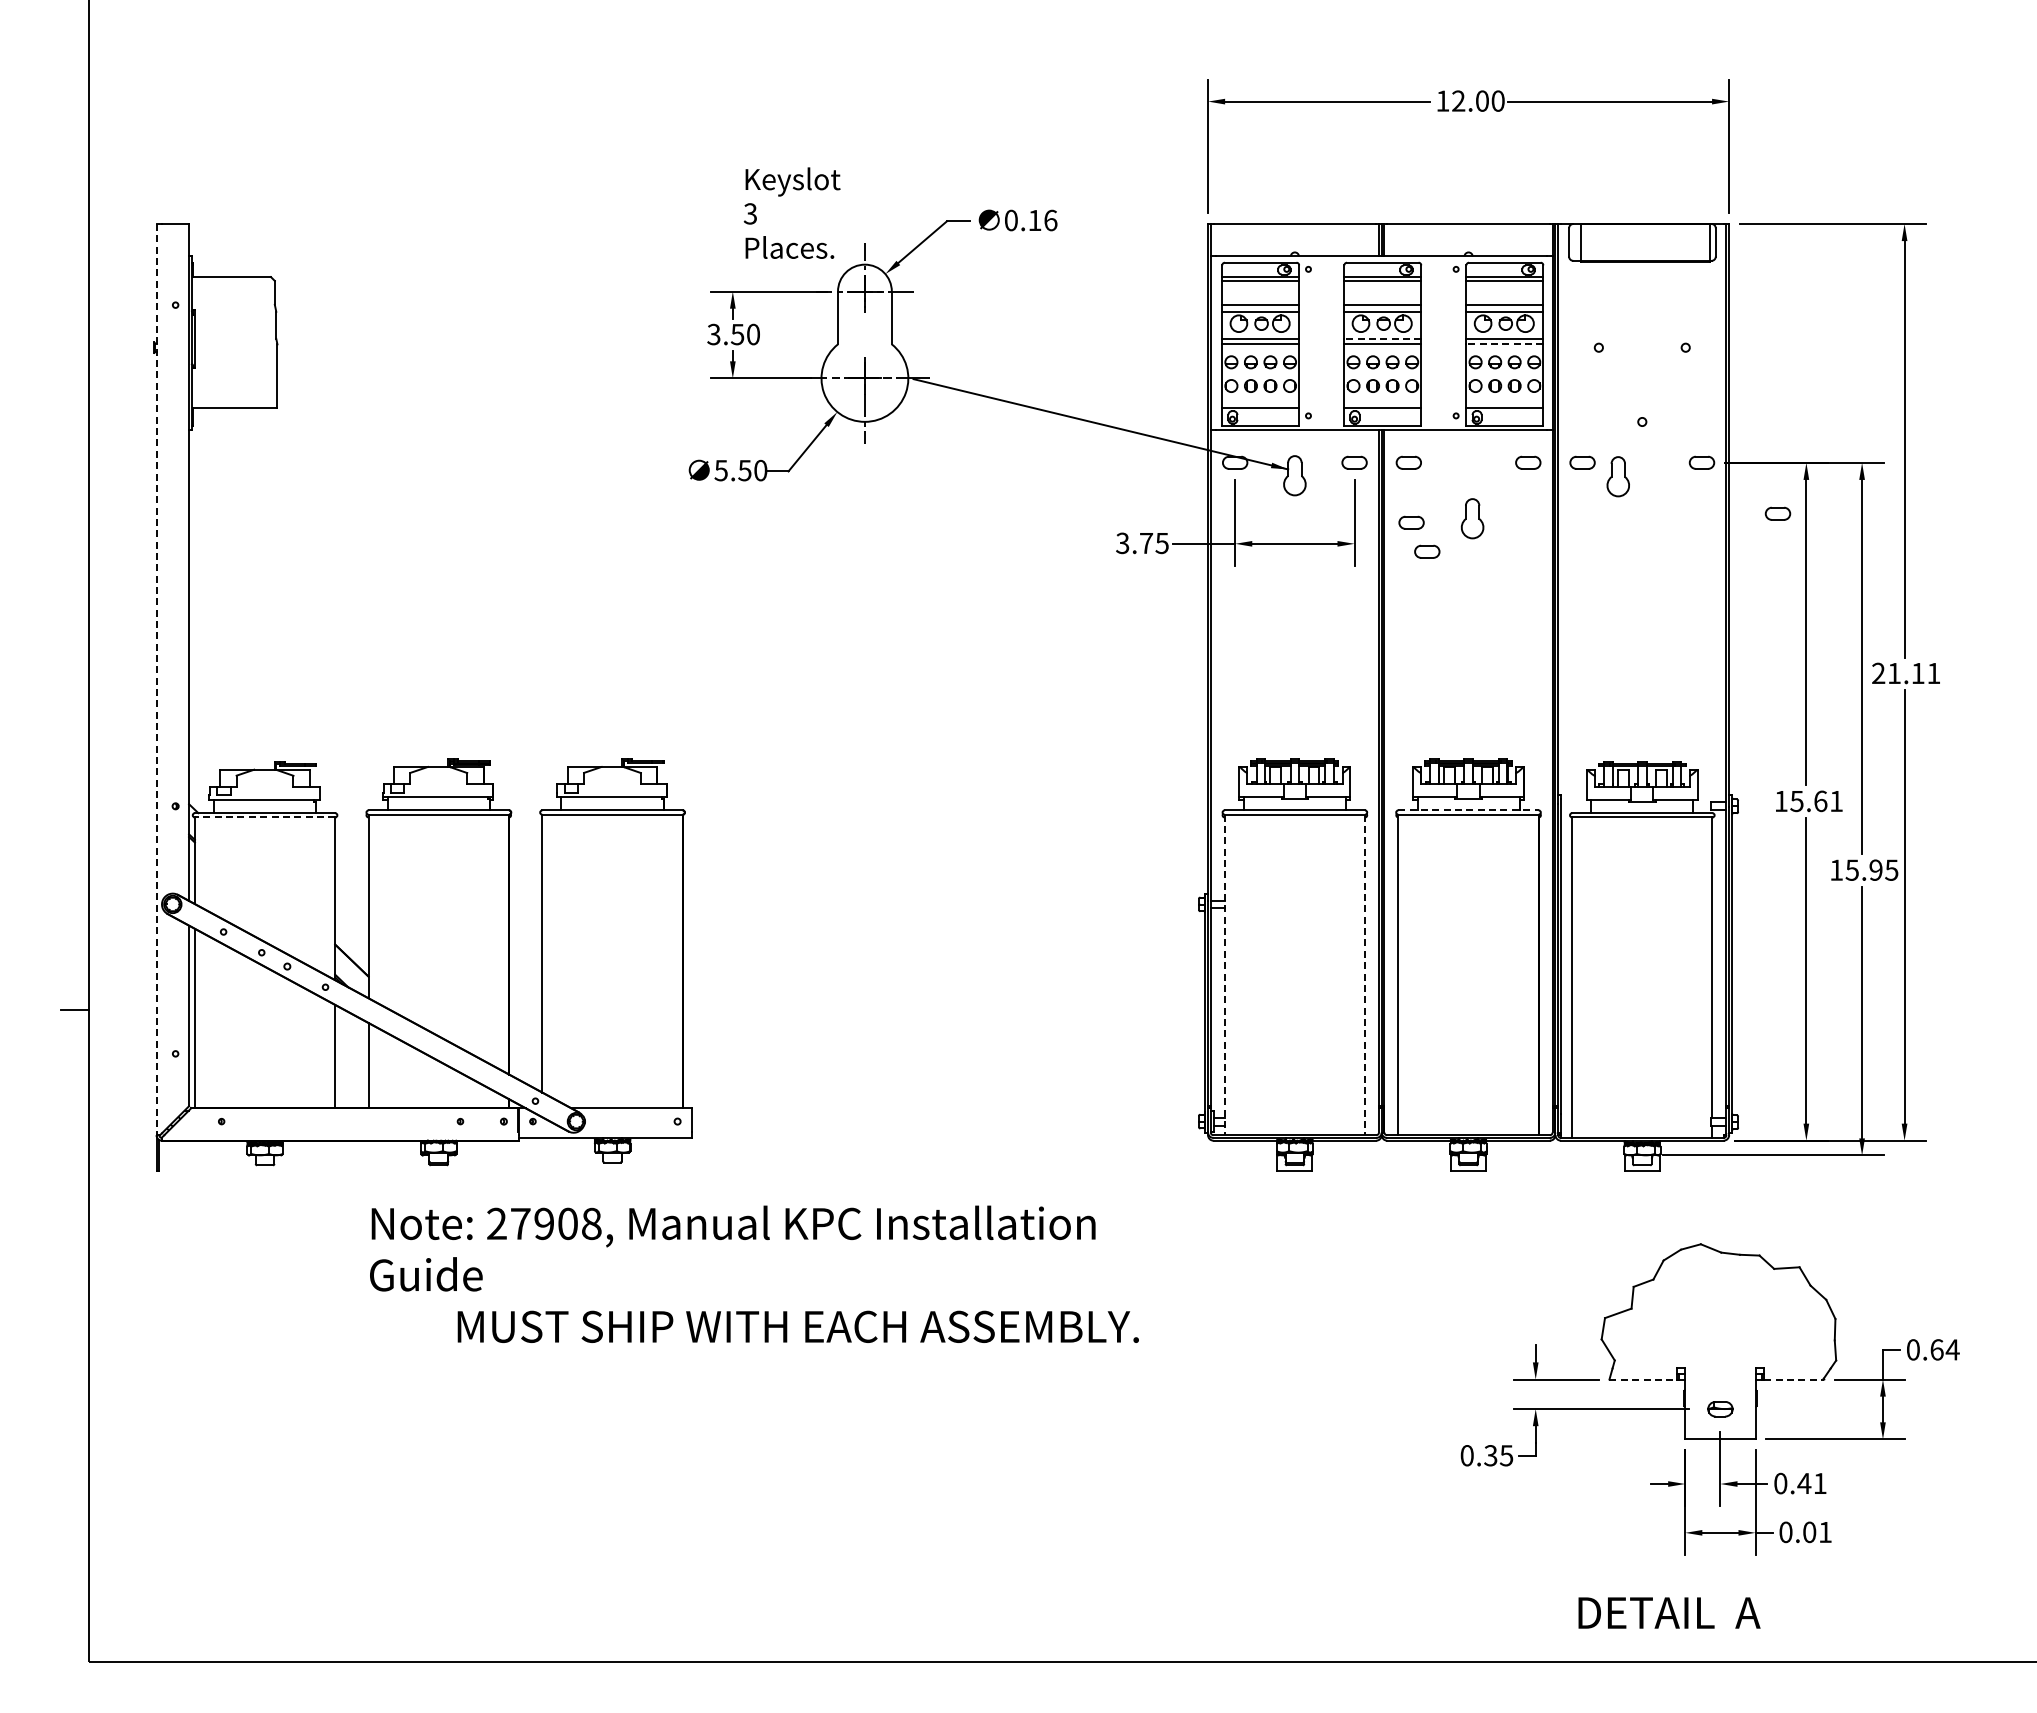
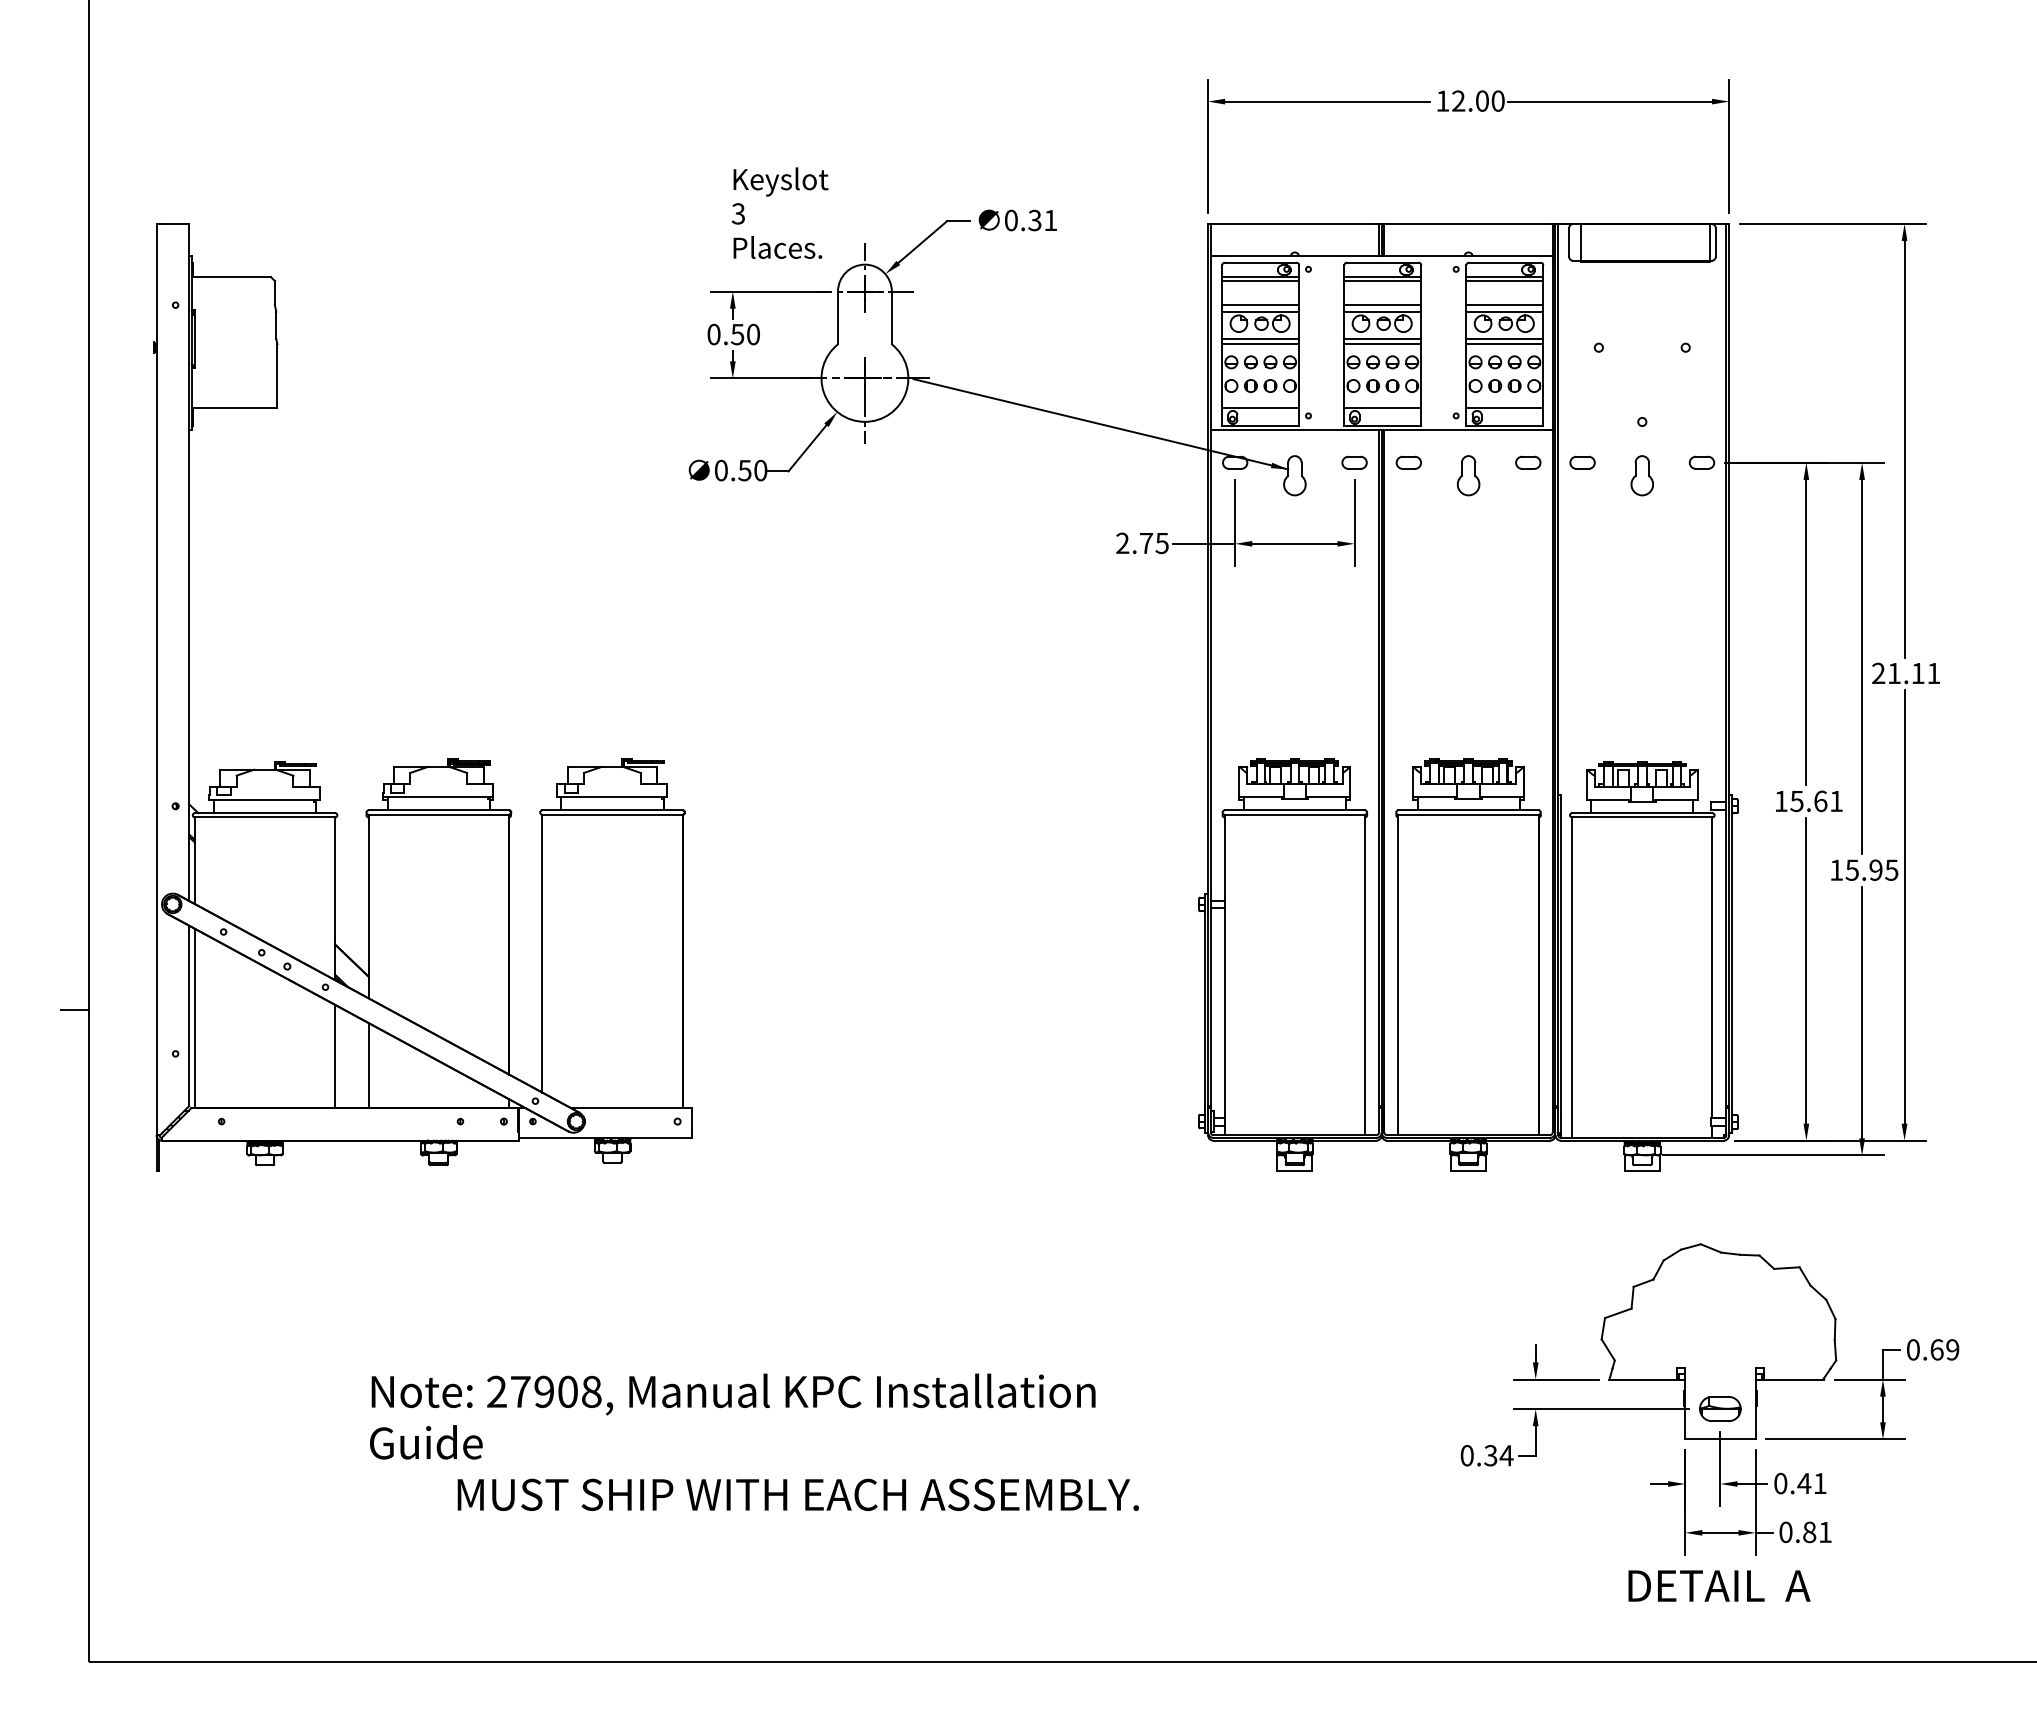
text at (791, 212) position: (791, 212) -> (779, 212)
text at (1042, 220): 0.16 -> 0.31
text at (713, 334): 3.50 -> 0.50
line at (1382, 338): dashed -> solid
line at (1504, 344): dashed -> solid
text at (720, 470): 5.50 -> 0.50
part at (1617, 476) position: (1617, 476) -> (1641, 475)
part at (1777, 513): present -> none
part at (1472, 518) position: (1472, 518) -> (1468, 475)
part at (1411, 522): present -> none
text at (1122, 543): 3.75 -> 2.75
part at (1427, 551): present -> none
line at (156, 679): dashed -> solid
line at (1469, 810): dashed -> solid
line at (264, 817): dashed -> solid
line at (1224, 975): dashed -> solid
line at (1365, 975): dashed -> solid
text at (754, 1273) position: (754, 1273) -> (754, 1441)
text at (1952, 1349): 0.64 -> 0.69
line at (1643, 1379): dashed -> solid
line at (1794, 1379): dashed -> solid
part at (1720, 1409) size: 27x17 px -> 43x27 px
text at (1506, 1455): 0.35 -> 0.34
text at (1809, 1532): 0.01 -> 0.81
text at (1669, 1612) position: (1669, 1612) -> (1719, 1585)
